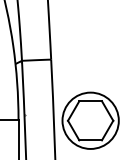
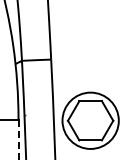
line at (18, 139): solid -> dashed
